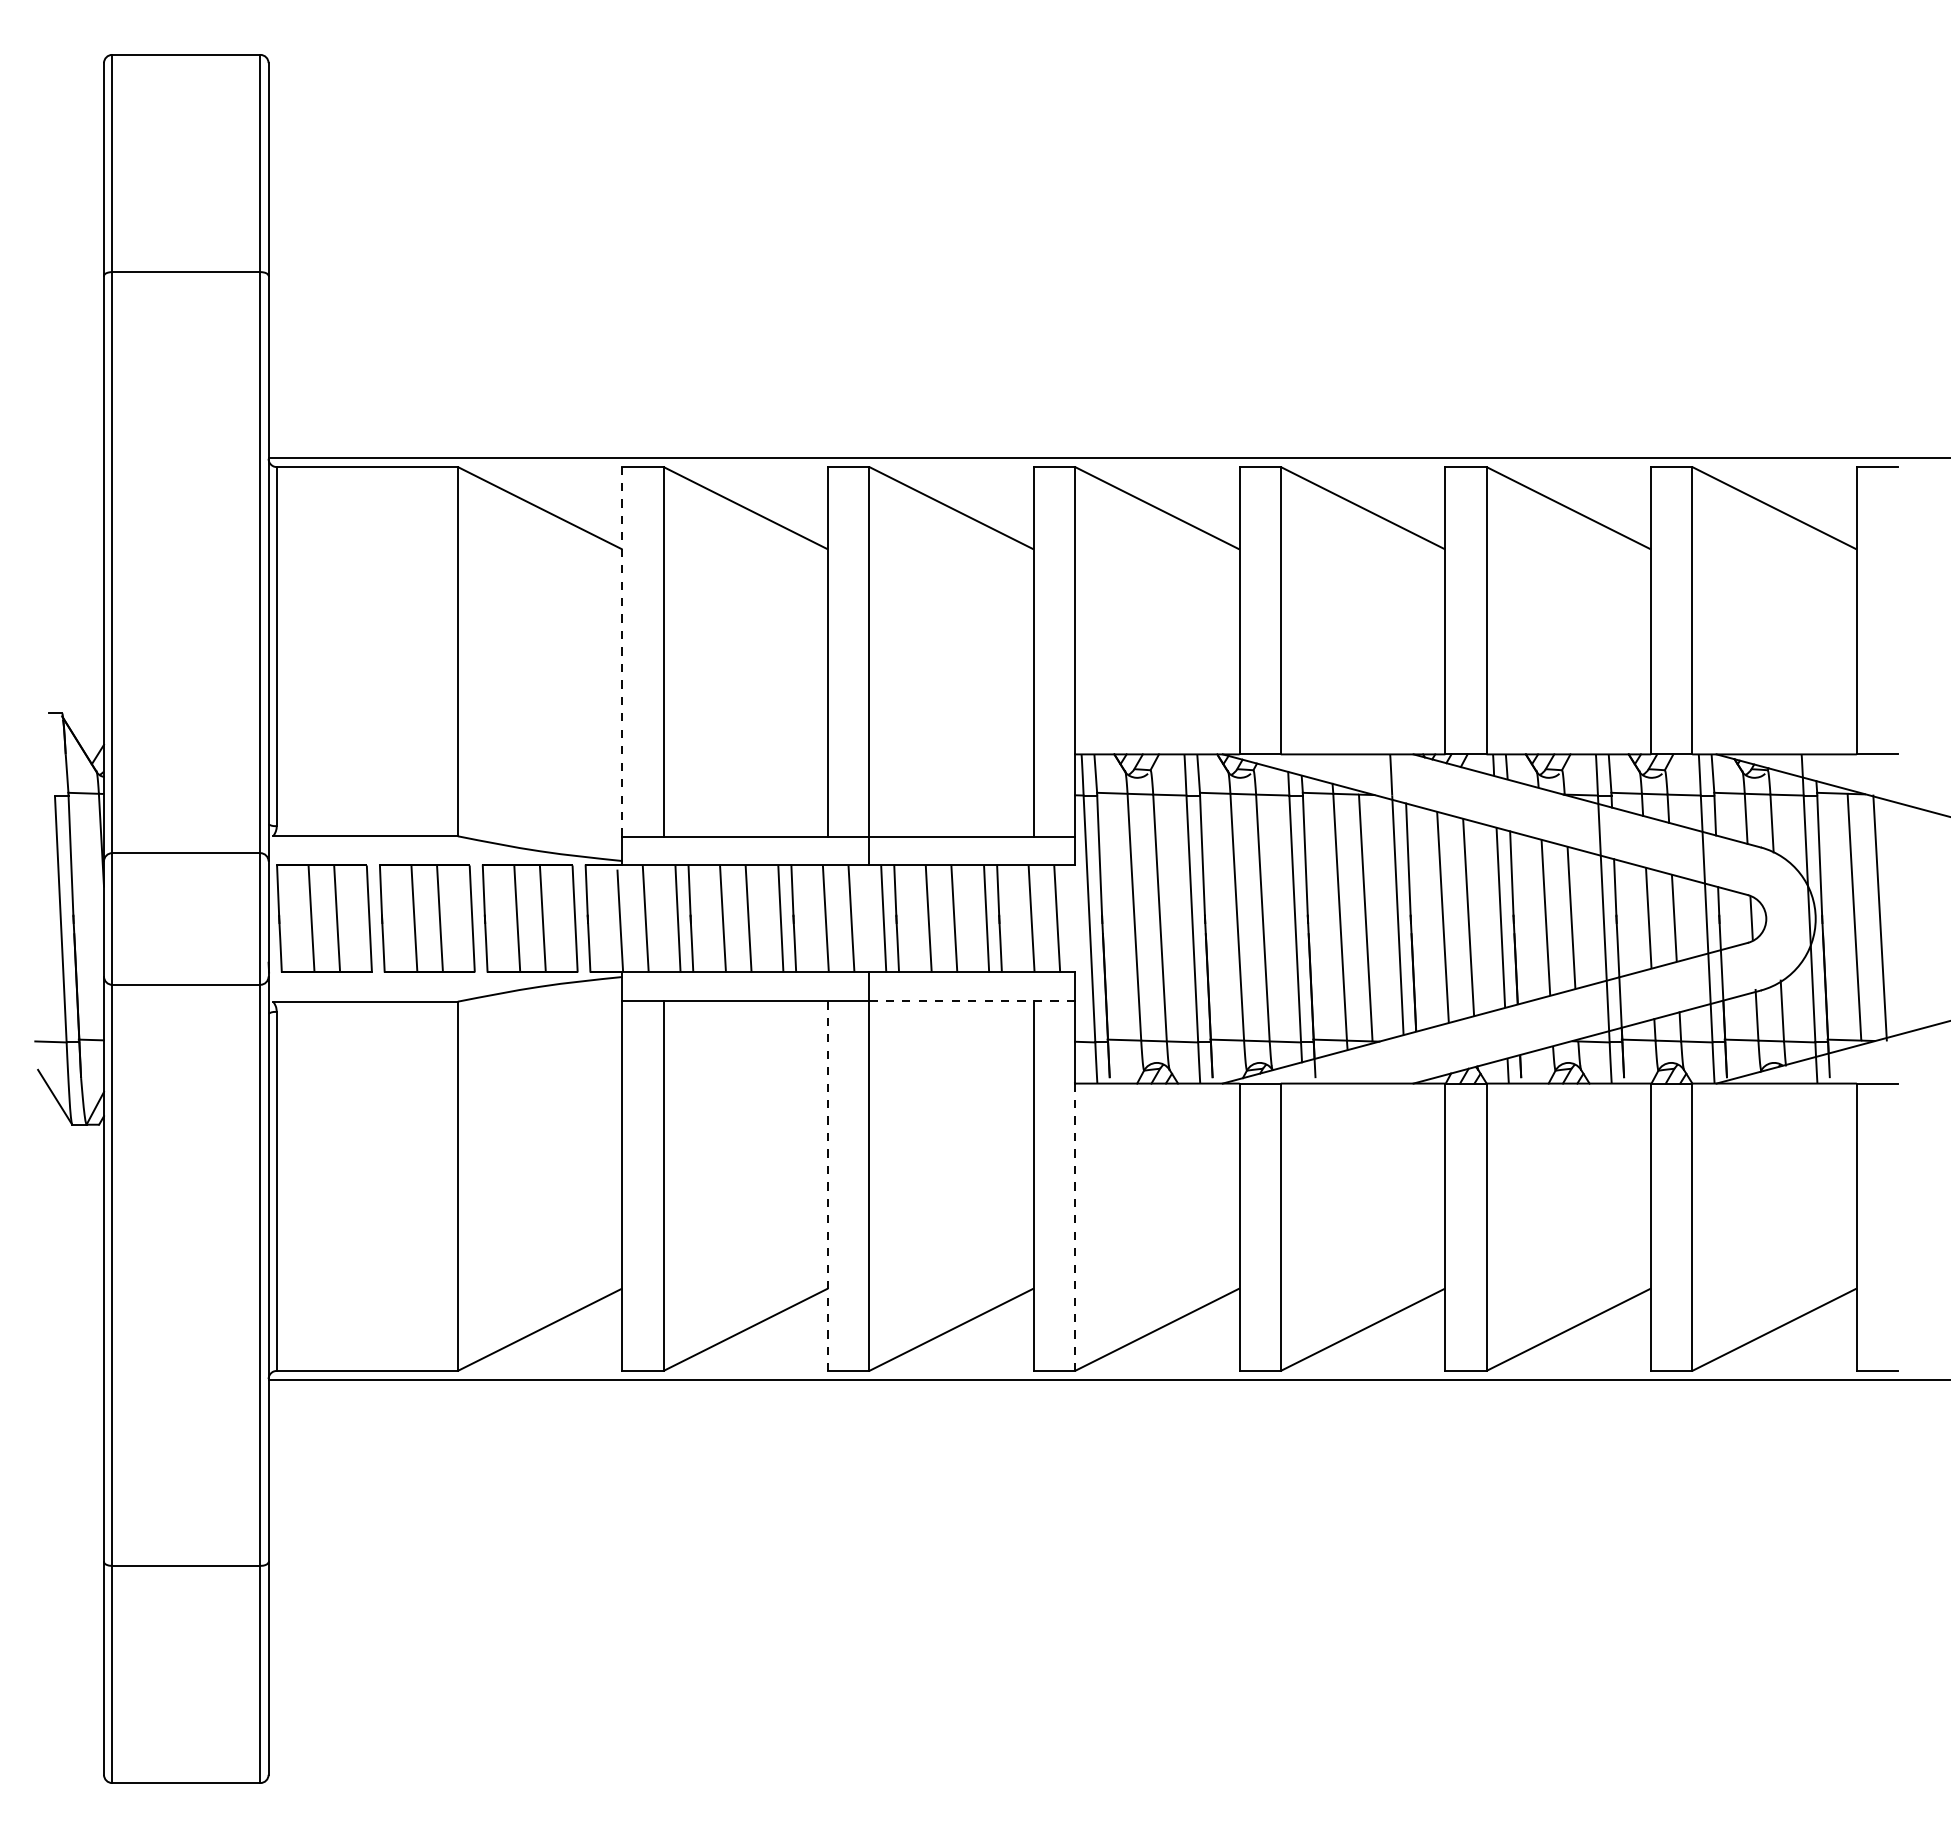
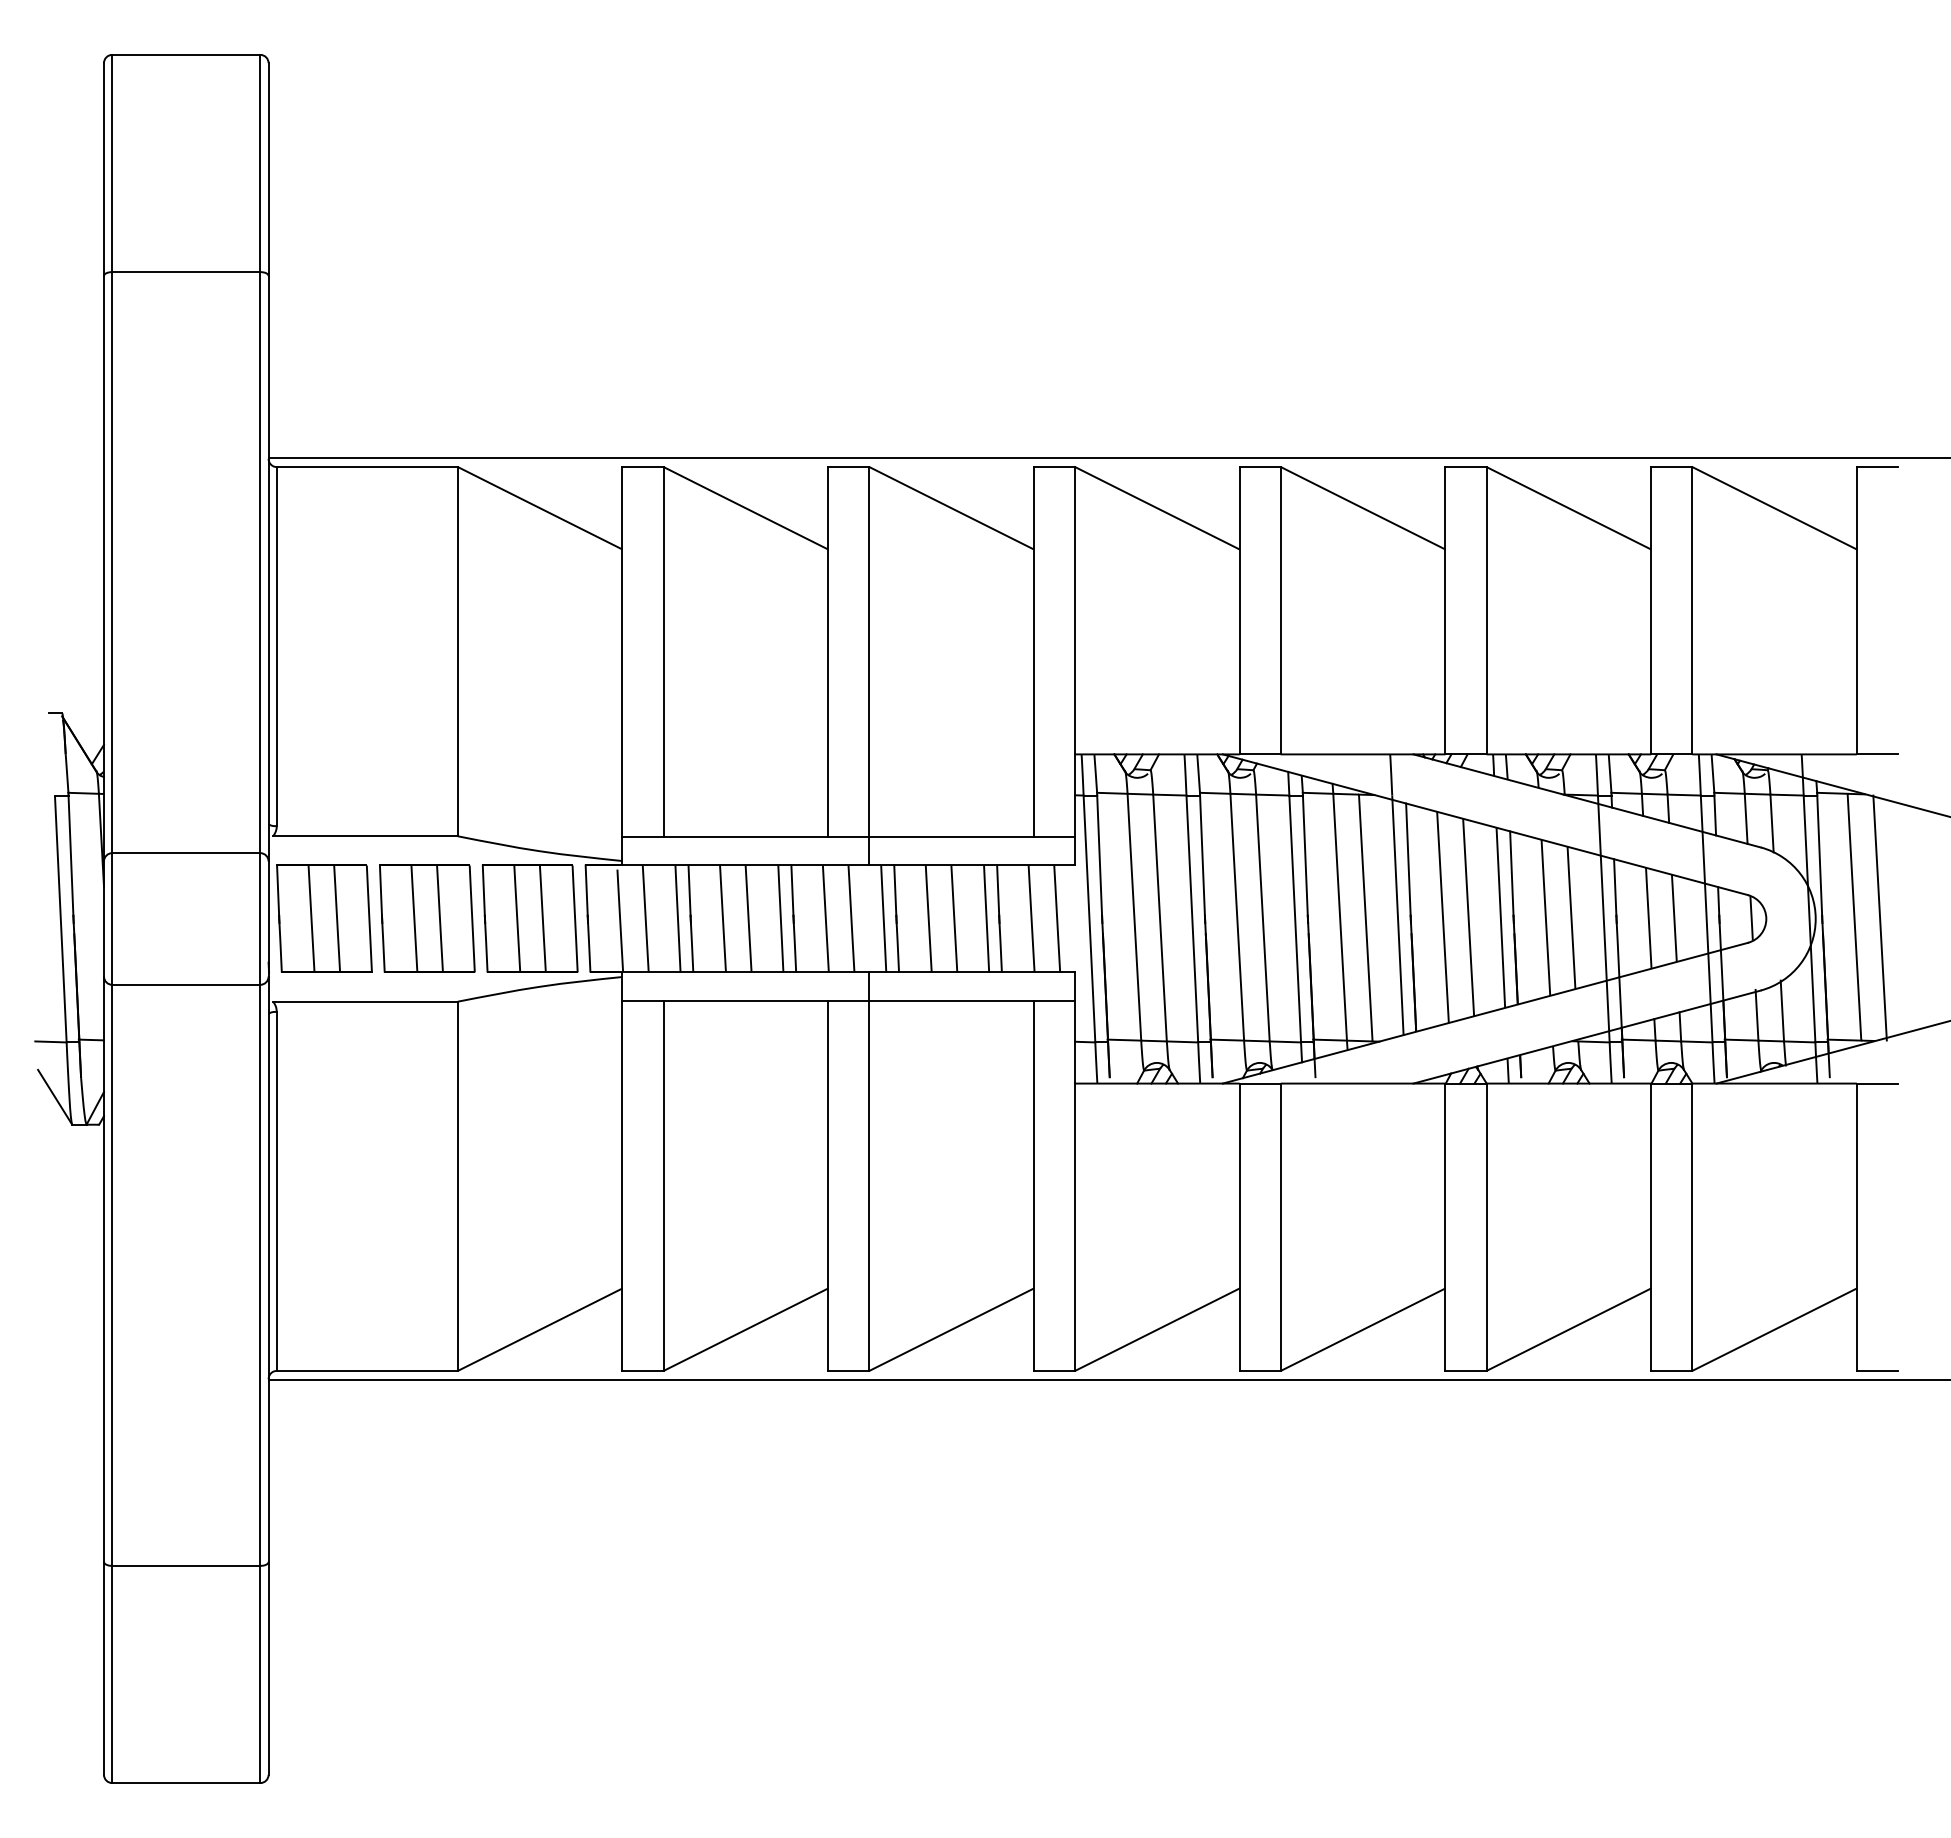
line at (622, 651): dashed -> solid
line at (972, 1001): dashed -> solid
line at (828, 1186): dashed -> solid
line at (1075, 1227): dashed -> solid
